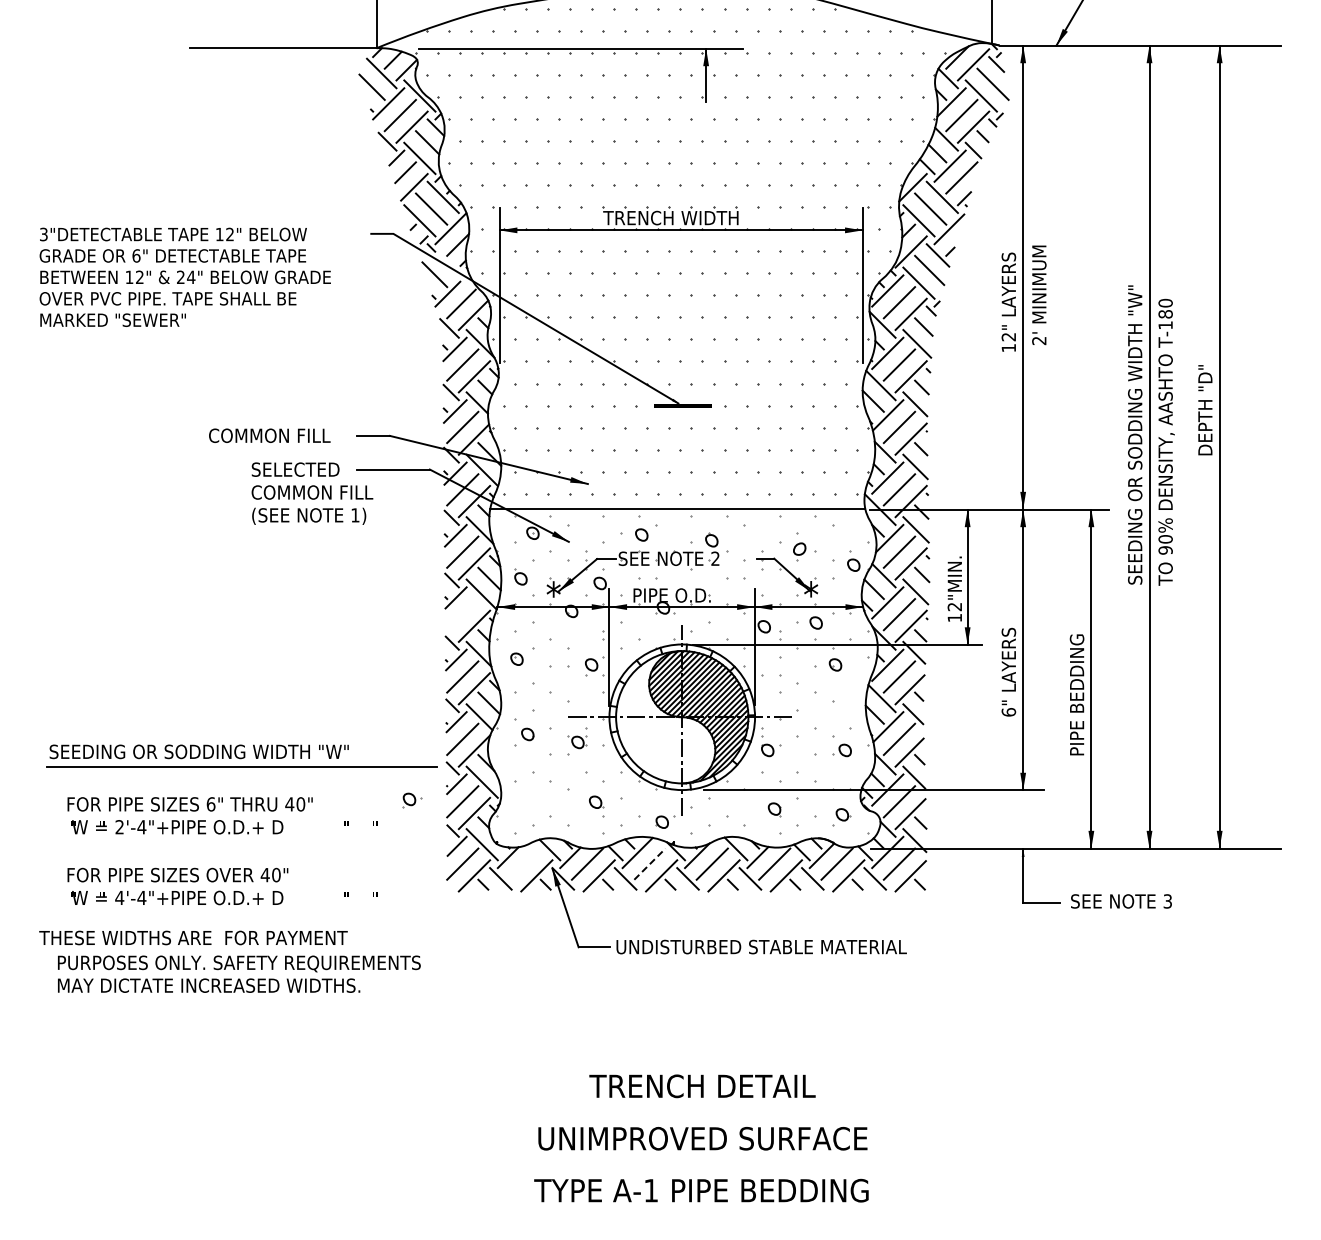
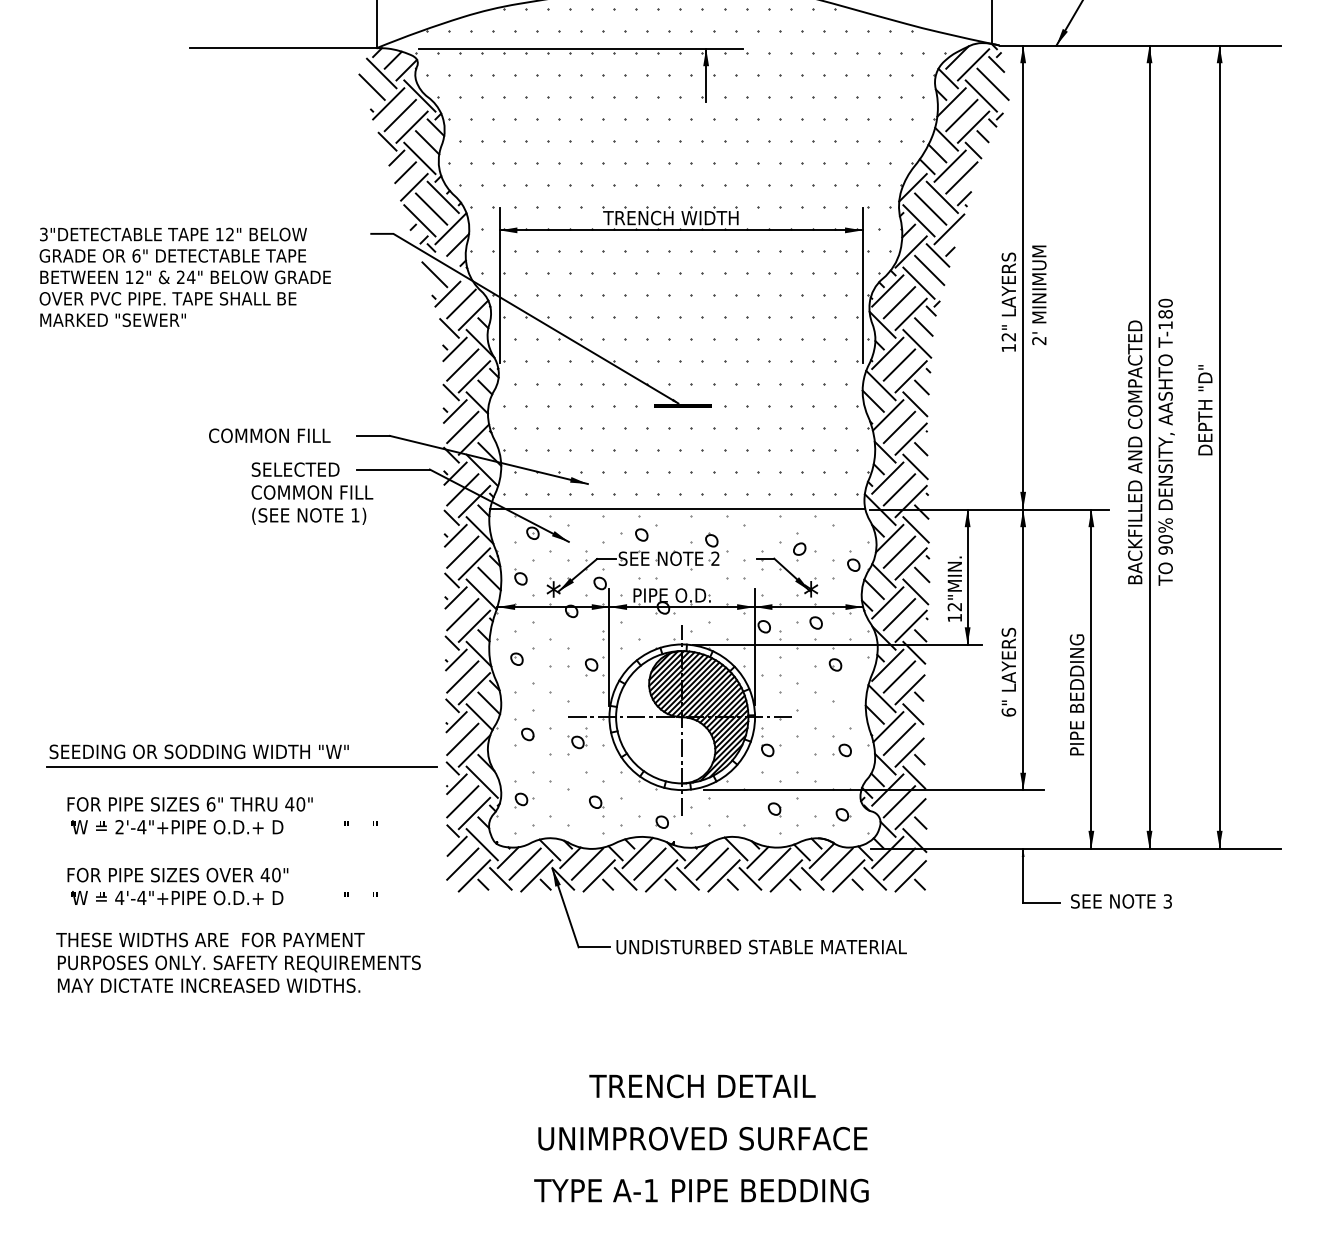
text at (1135, 434): SEEDING OR SODDING WIDTH "W" -> BACKFILLED AND COMPACTED
line at (462, 614): none -> present
part at (412, 800) position: (412, 800) -> (524, 800)
line at (524, 863): none -> present
line at (650, 863): dashed -> solid
text at (193, 937) position: (193, 937) -> (210, 939)
